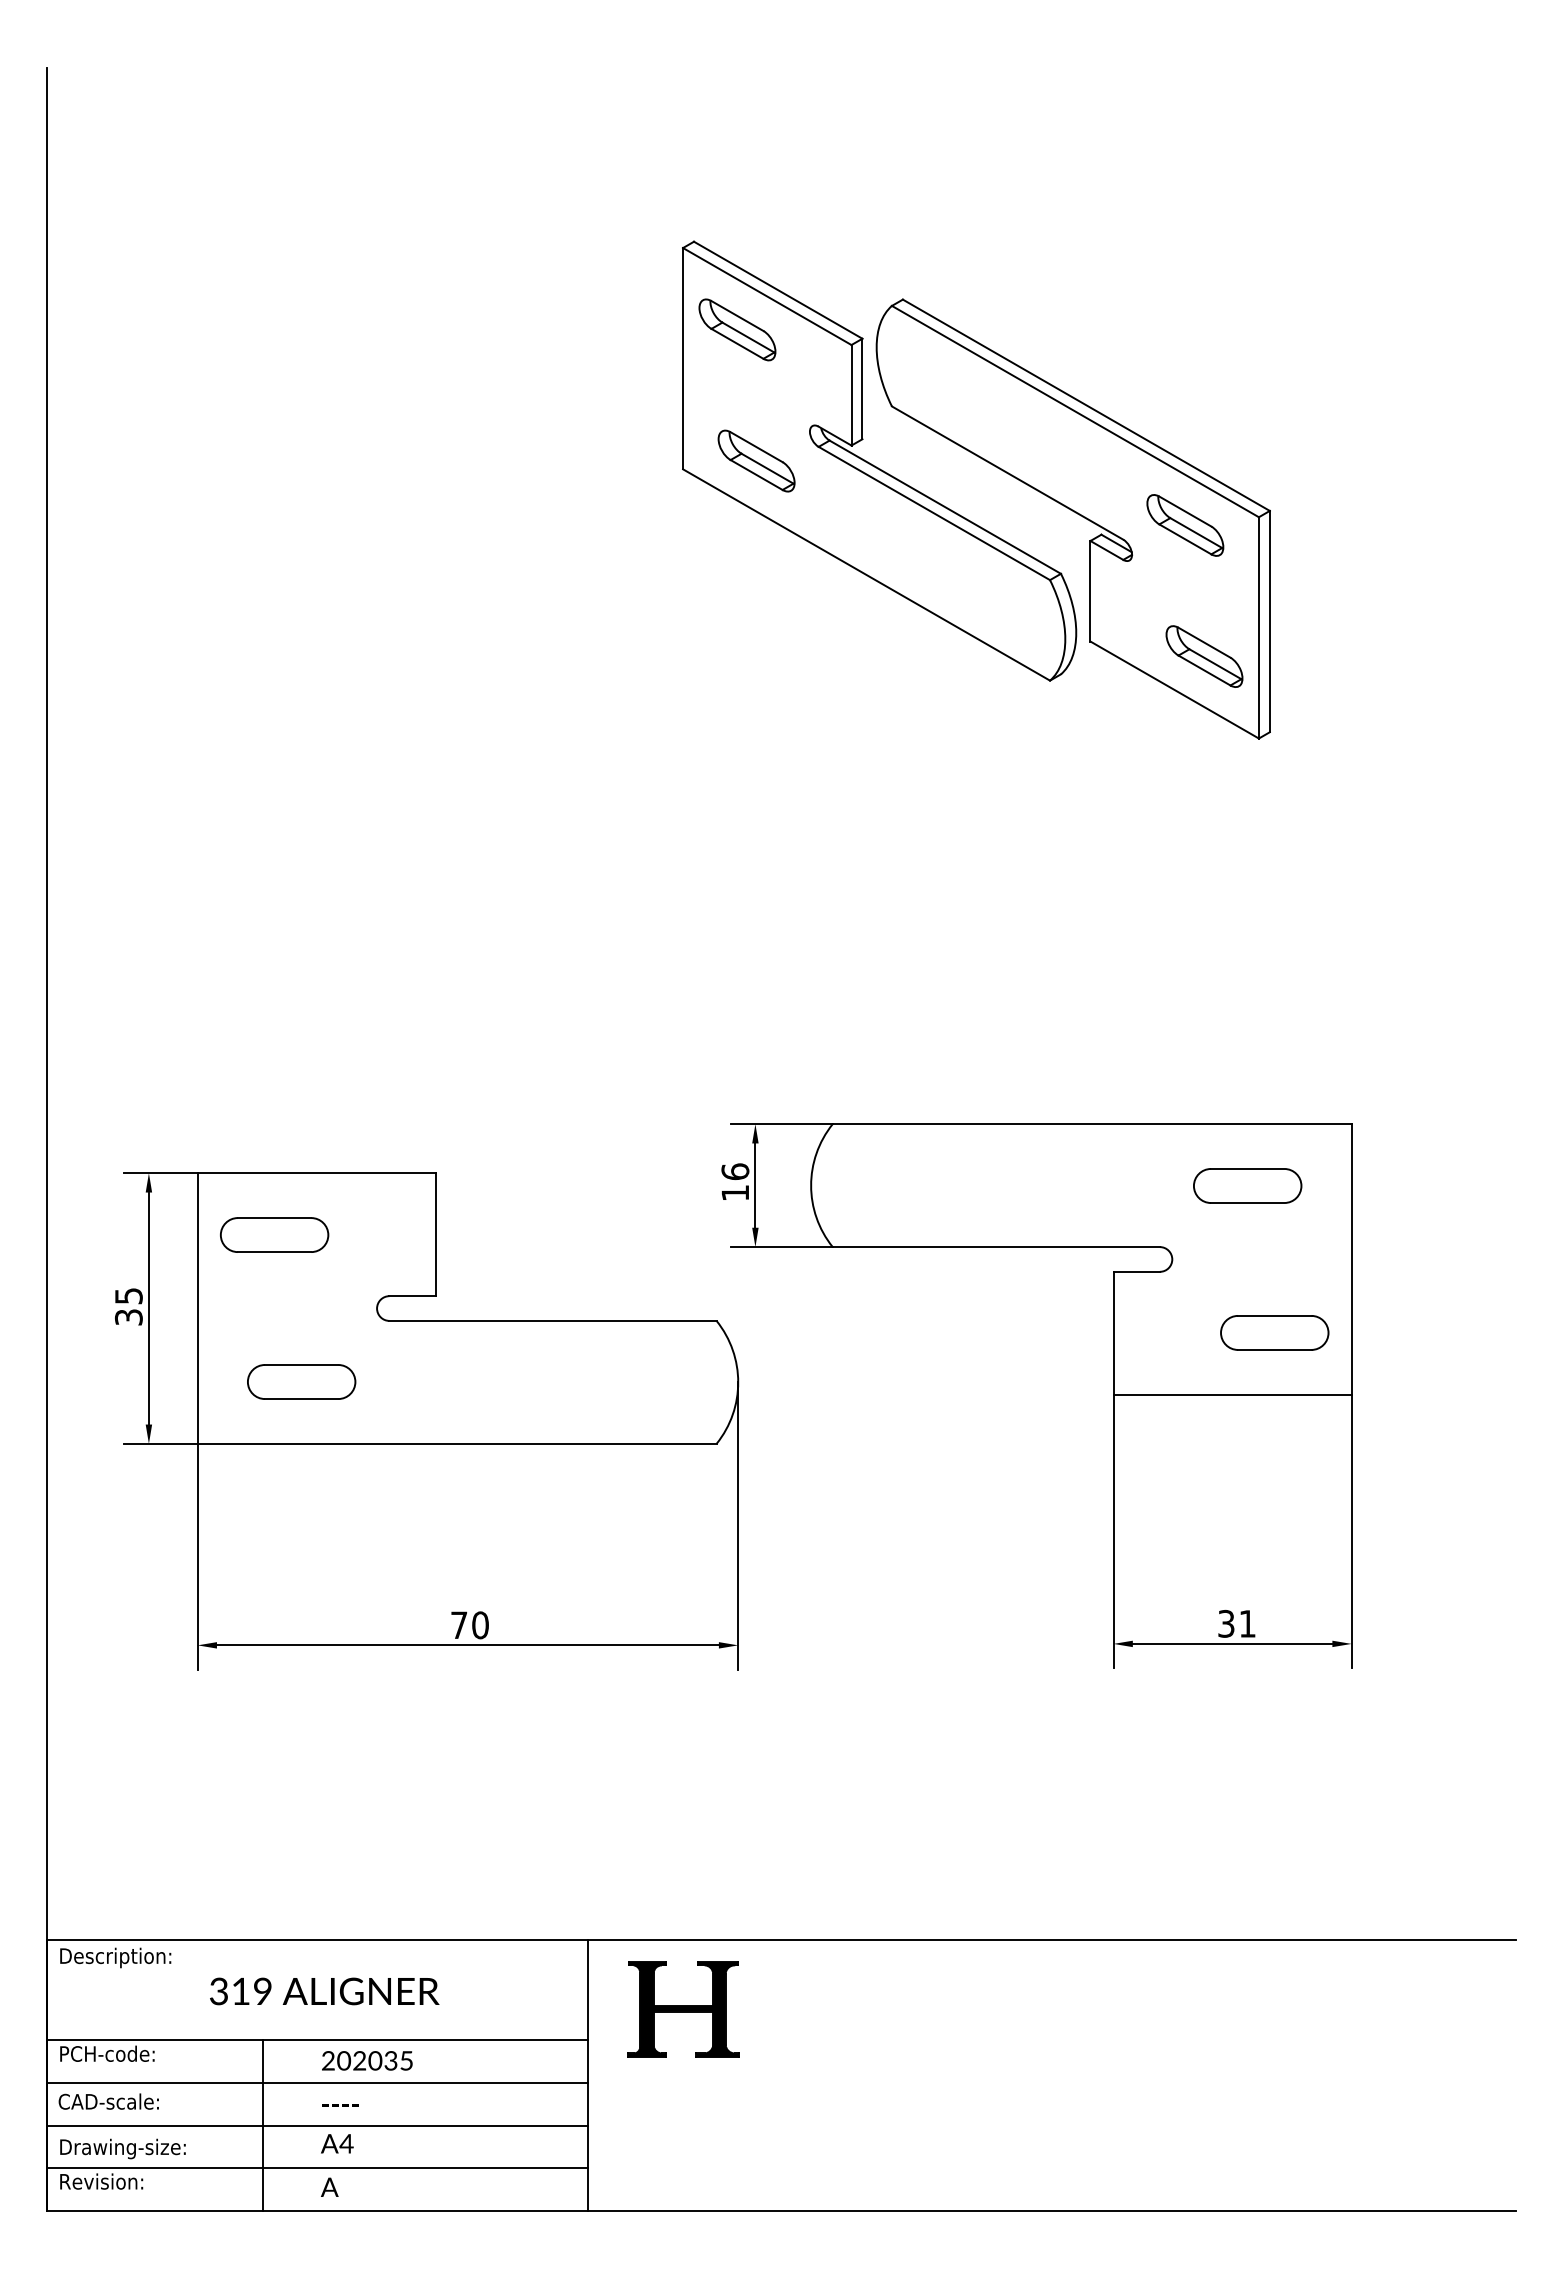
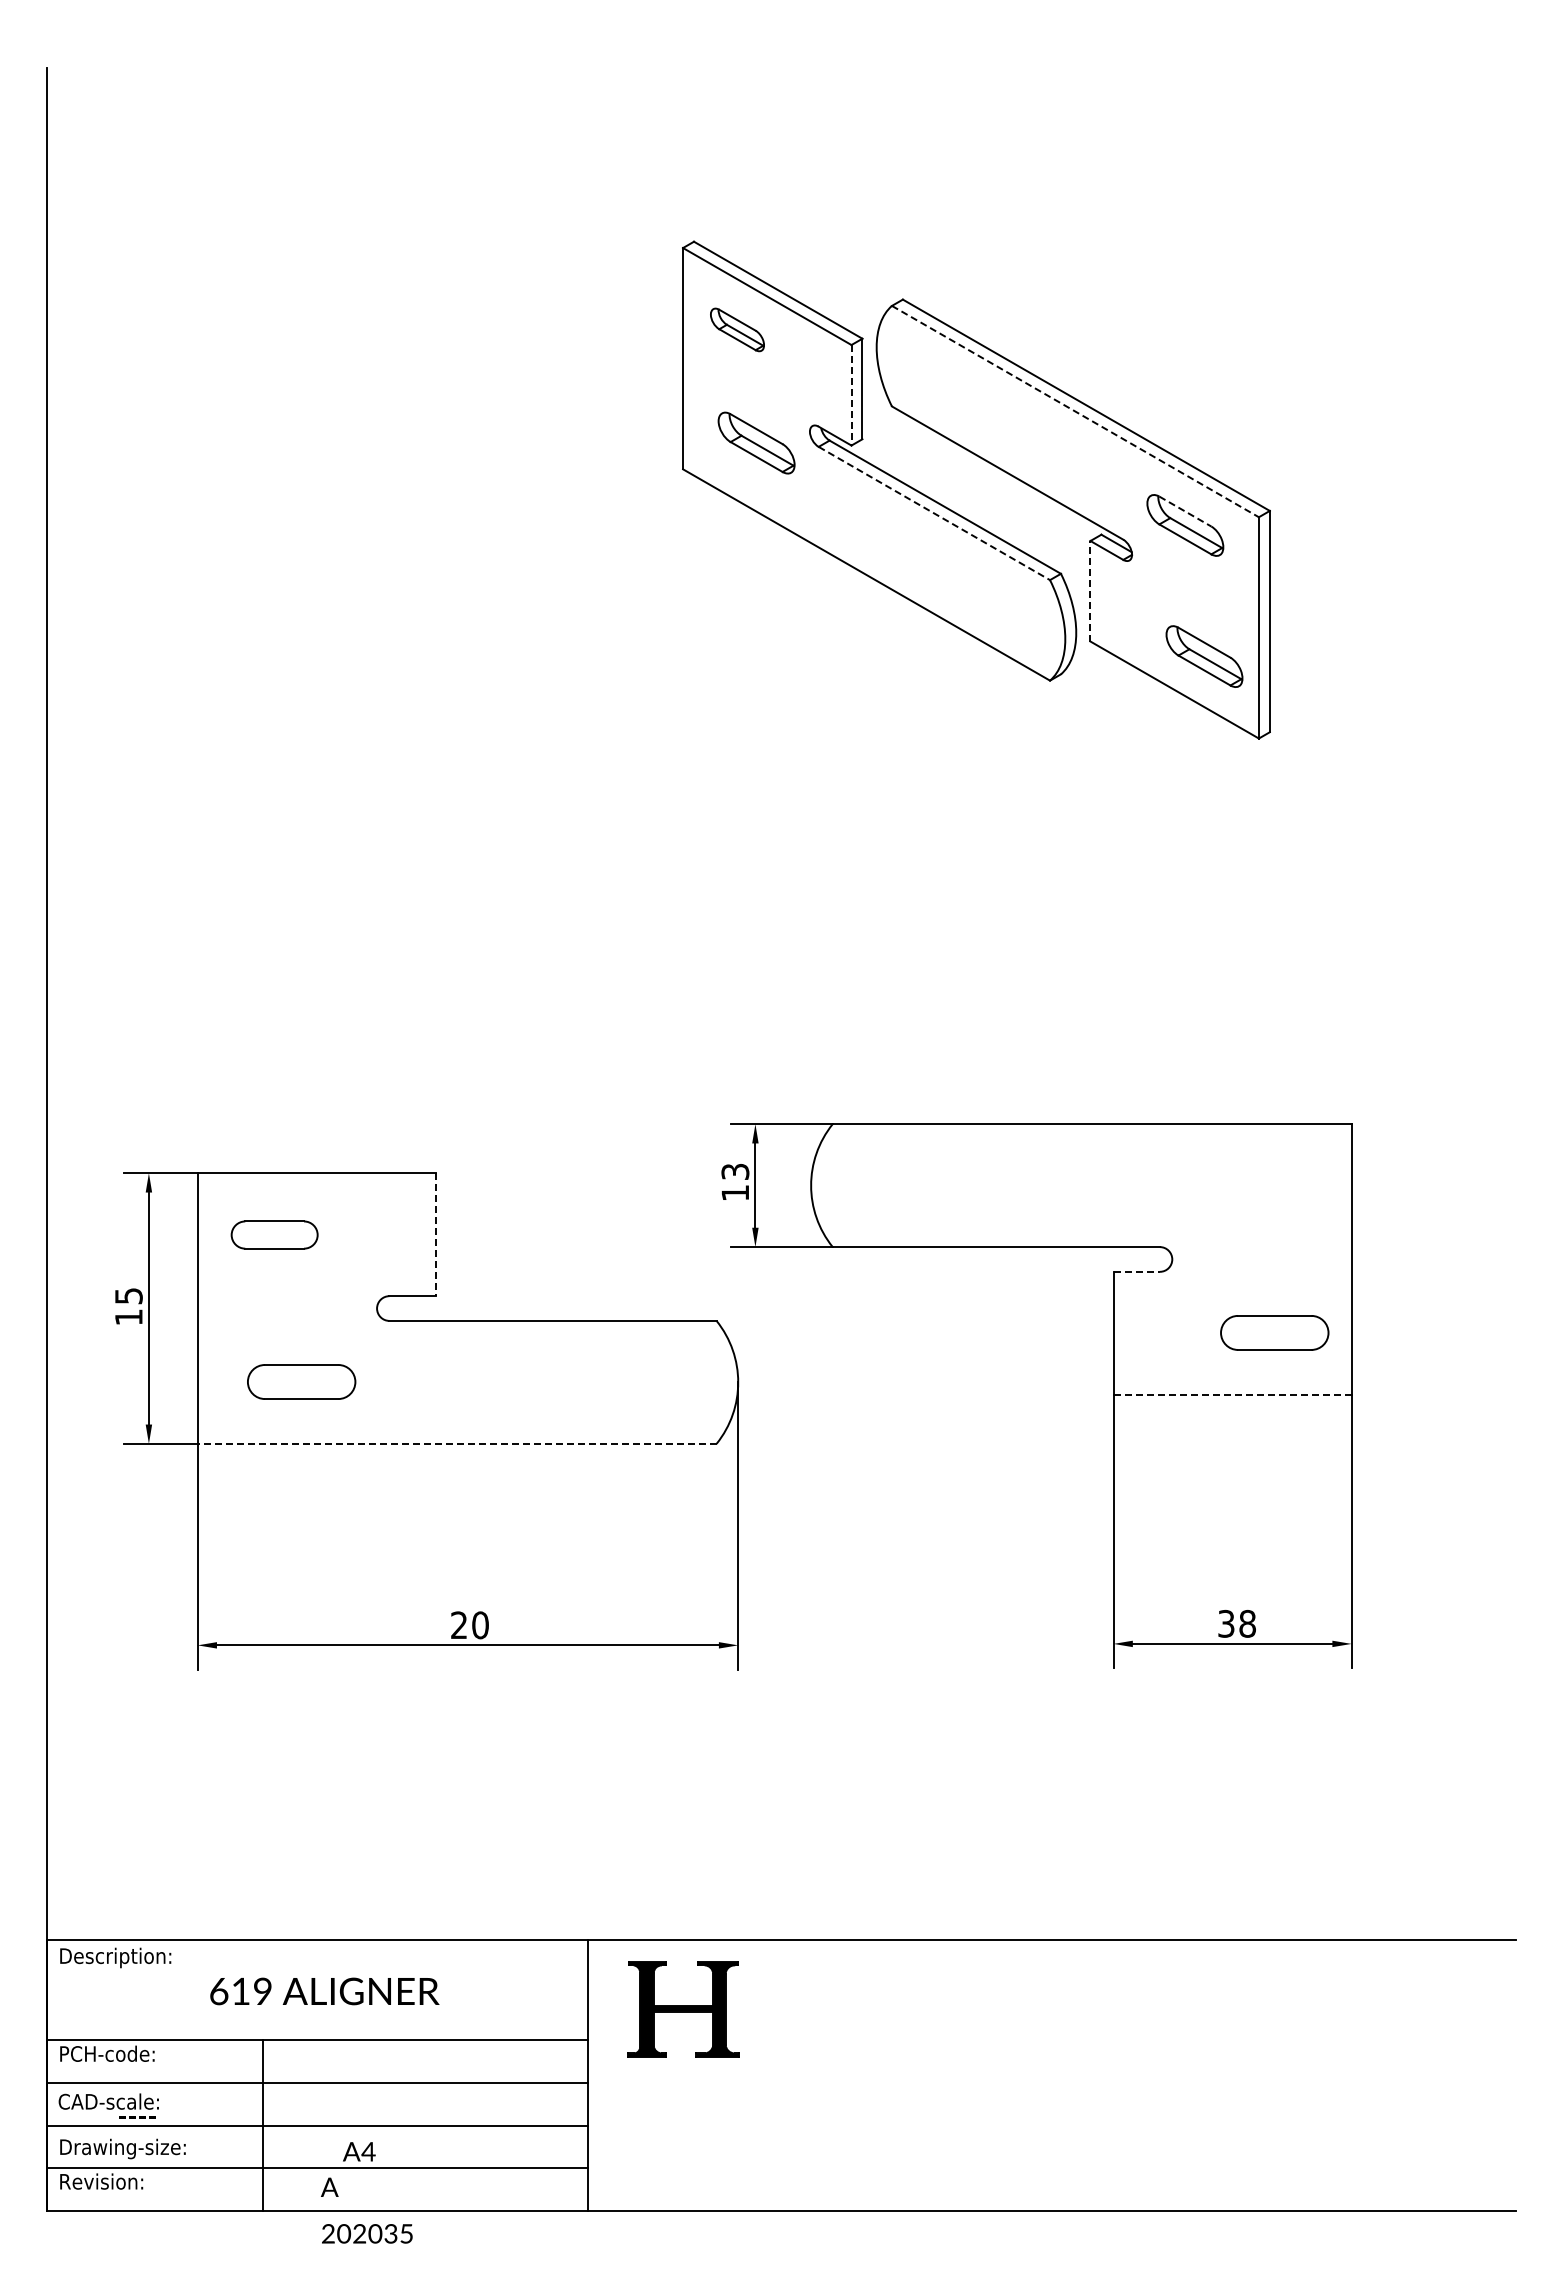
part at (737, 329) size: 79x64 px -> 55x46 px
line at (851, 395): solid -> dashed
line at (1075, 411): solid -> dashed
part at (756, 460) position: (756, 460) -> (756, 442)
line at (1185, 511): solid -> dashed
line at (934, 513): solid -> dashed
line at (1090, 590): solid -> dashed
text at (735, 1171): 16 -> 13
part at (1247, 1185): present -> none
part at (274, 1234) size: 110x36 px -> 89x30 px
line at (435, 1235): solid -> dashed
line at (1137, 1271): solid -> dashed
text at (128, 1317): 35 -> 15
line at (1232, 1394): solid -> dashed
line at (456, 1443): solid -> dashed
text at (1247, 1623): 31 -> 38
text at (459, 1624): 70 -> 20
text at (219, 1990): 319 -> 619
text at (367, 2060) position: (367, 2060) -> (367, 2233)
text at (340, 2105) position: (340, 2105) -> (137, 2117)
text at (337, 2143) position: (337, 2143) -> (359, 2151)
